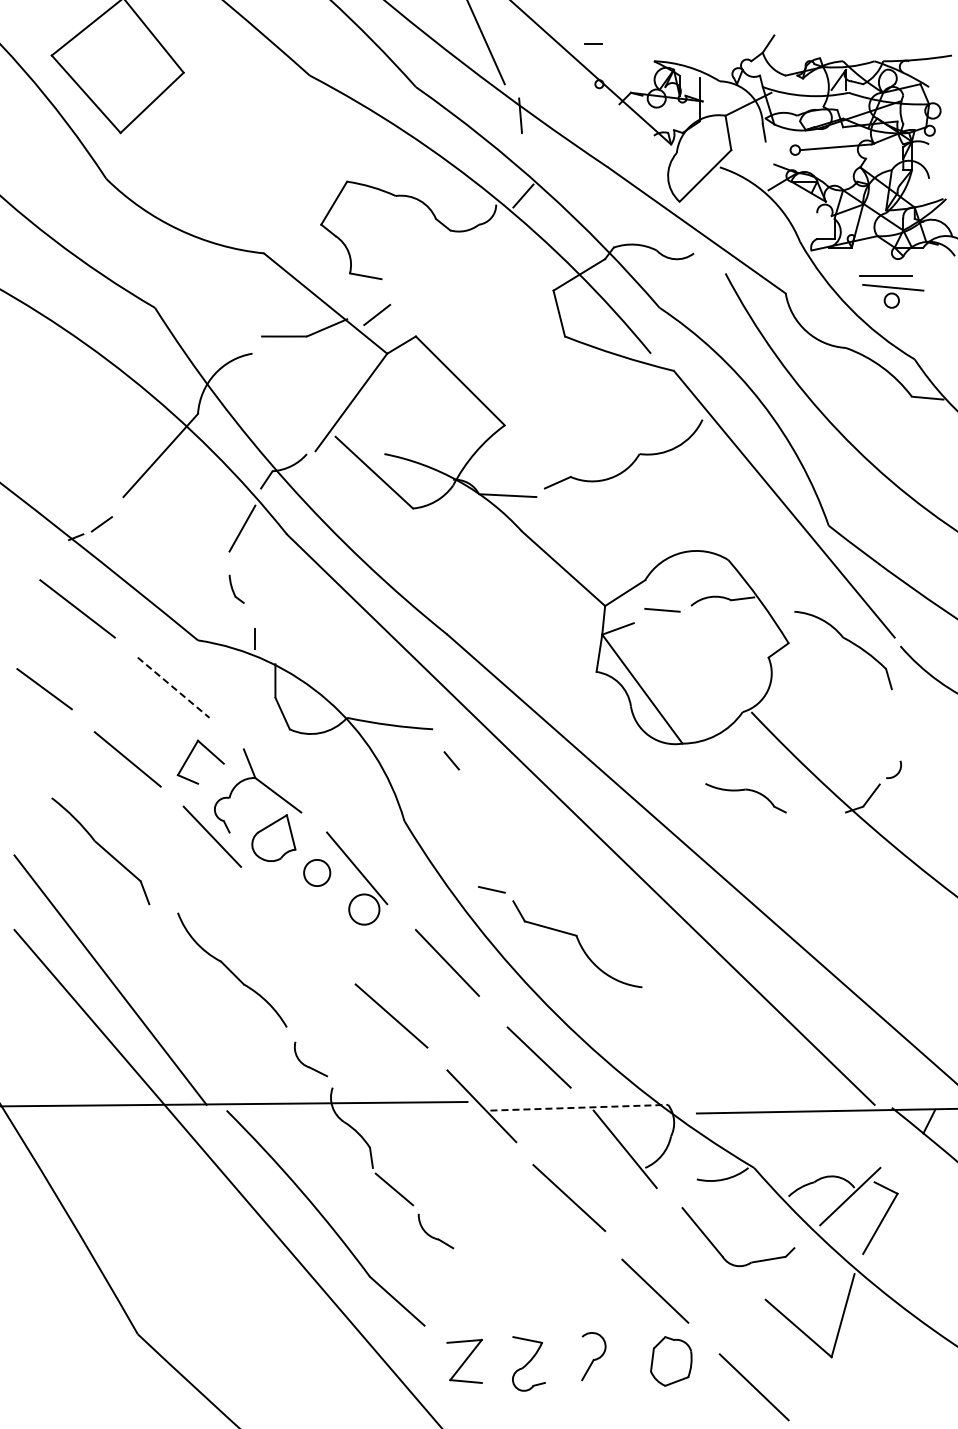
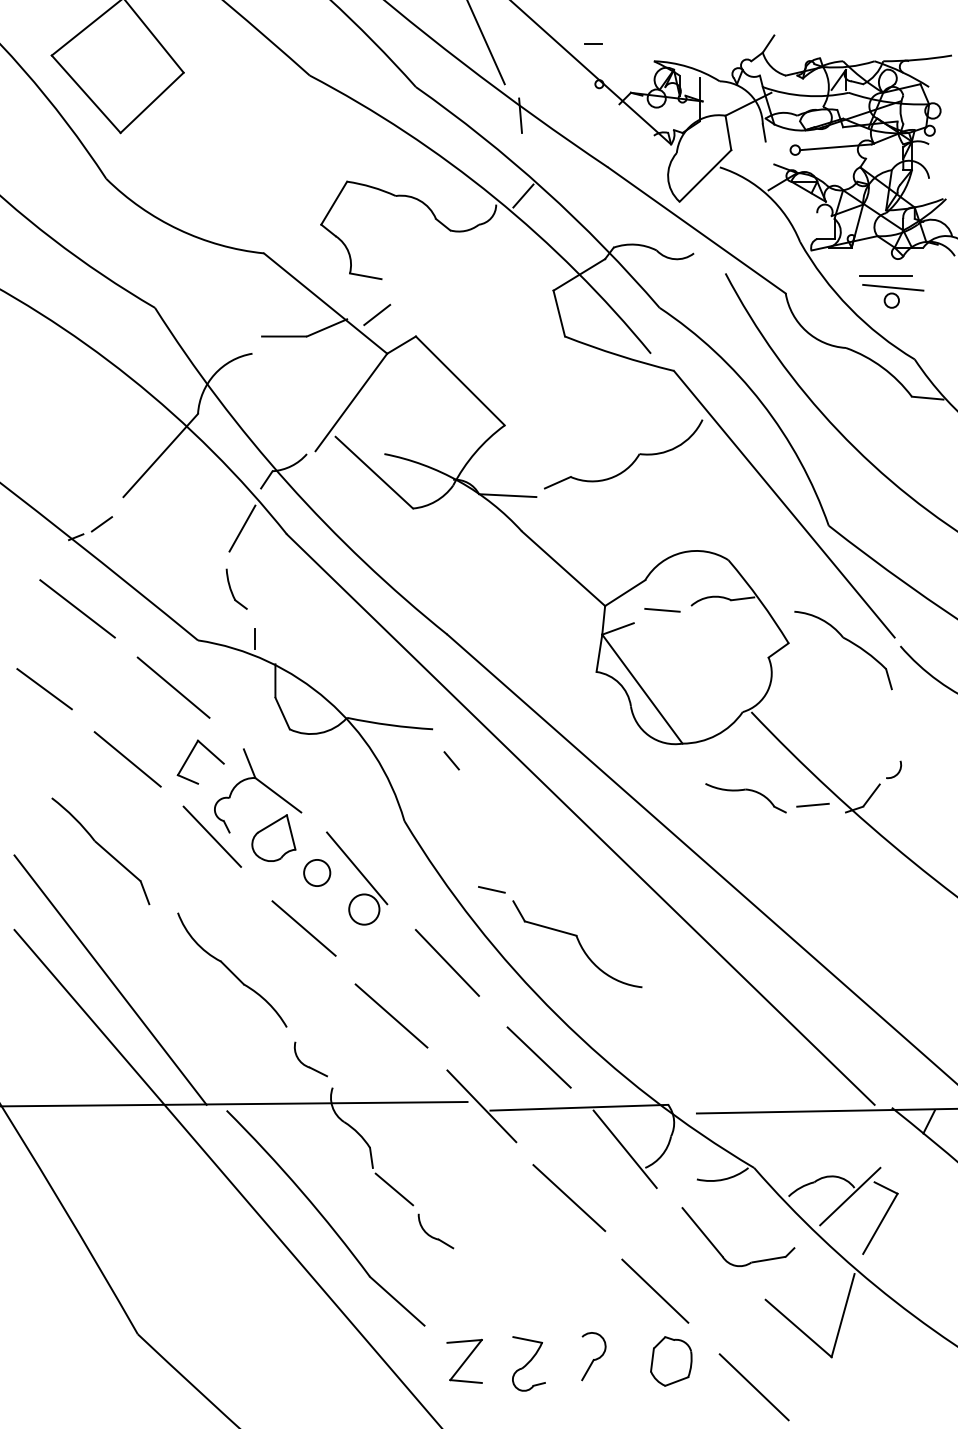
part at (236, 588) size: 17x30 px -> 23x42 px
line at (173, 687): dashed -> solid
line at (812, 804): none -> present
line at (303, 928): none -> present
line at (579, 1107): dashed -> solid
